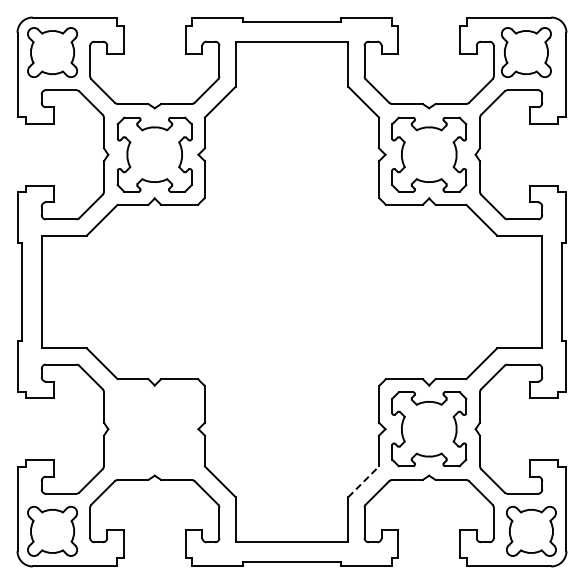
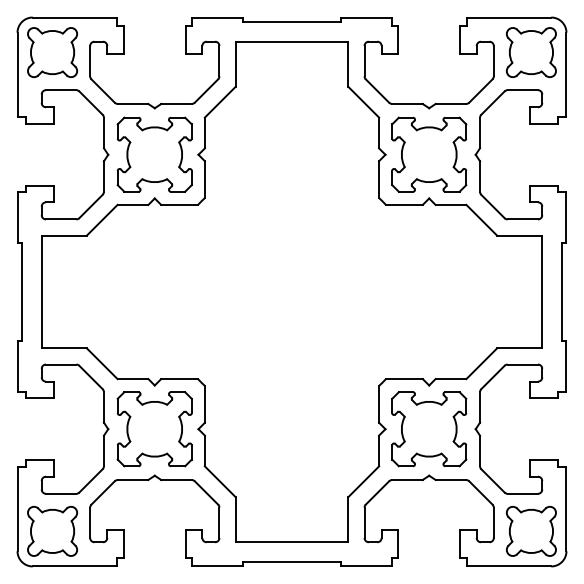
part at (526, 52) position: (526, 52) -> (531, 52)
part at (154, 429): none -> present
line at (363, 481): dashed -> solid
